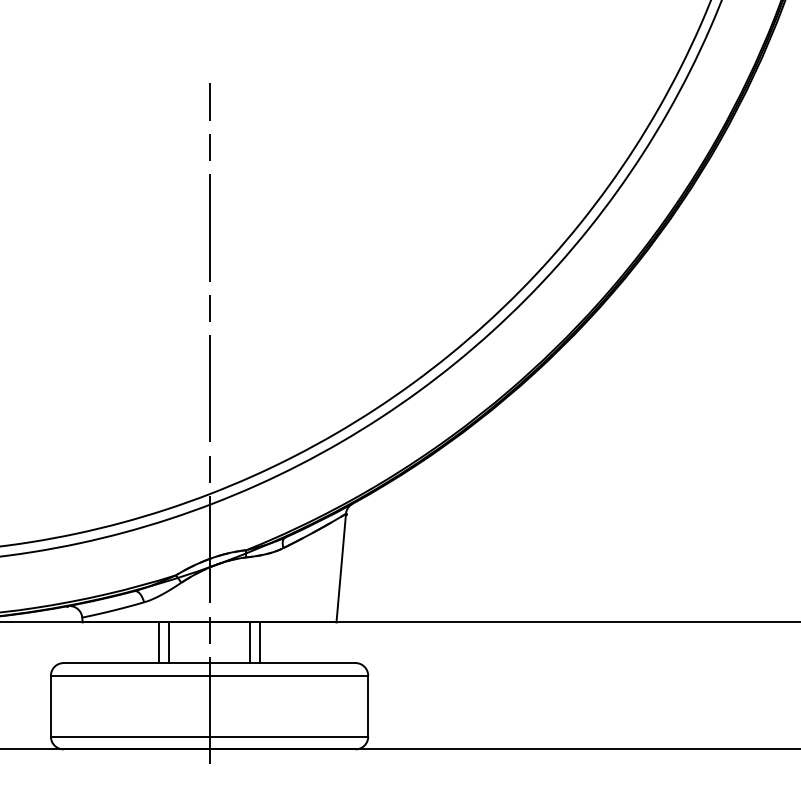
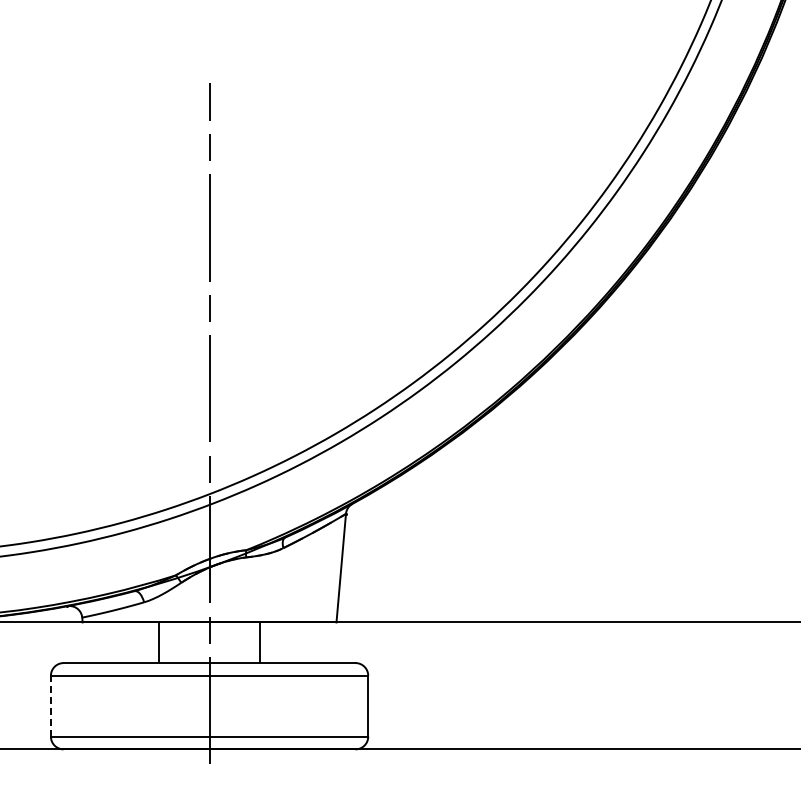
line at (168, 642): present -> none
line at (250, 642): present -> none
line at (50, 705): solid -> dashed
